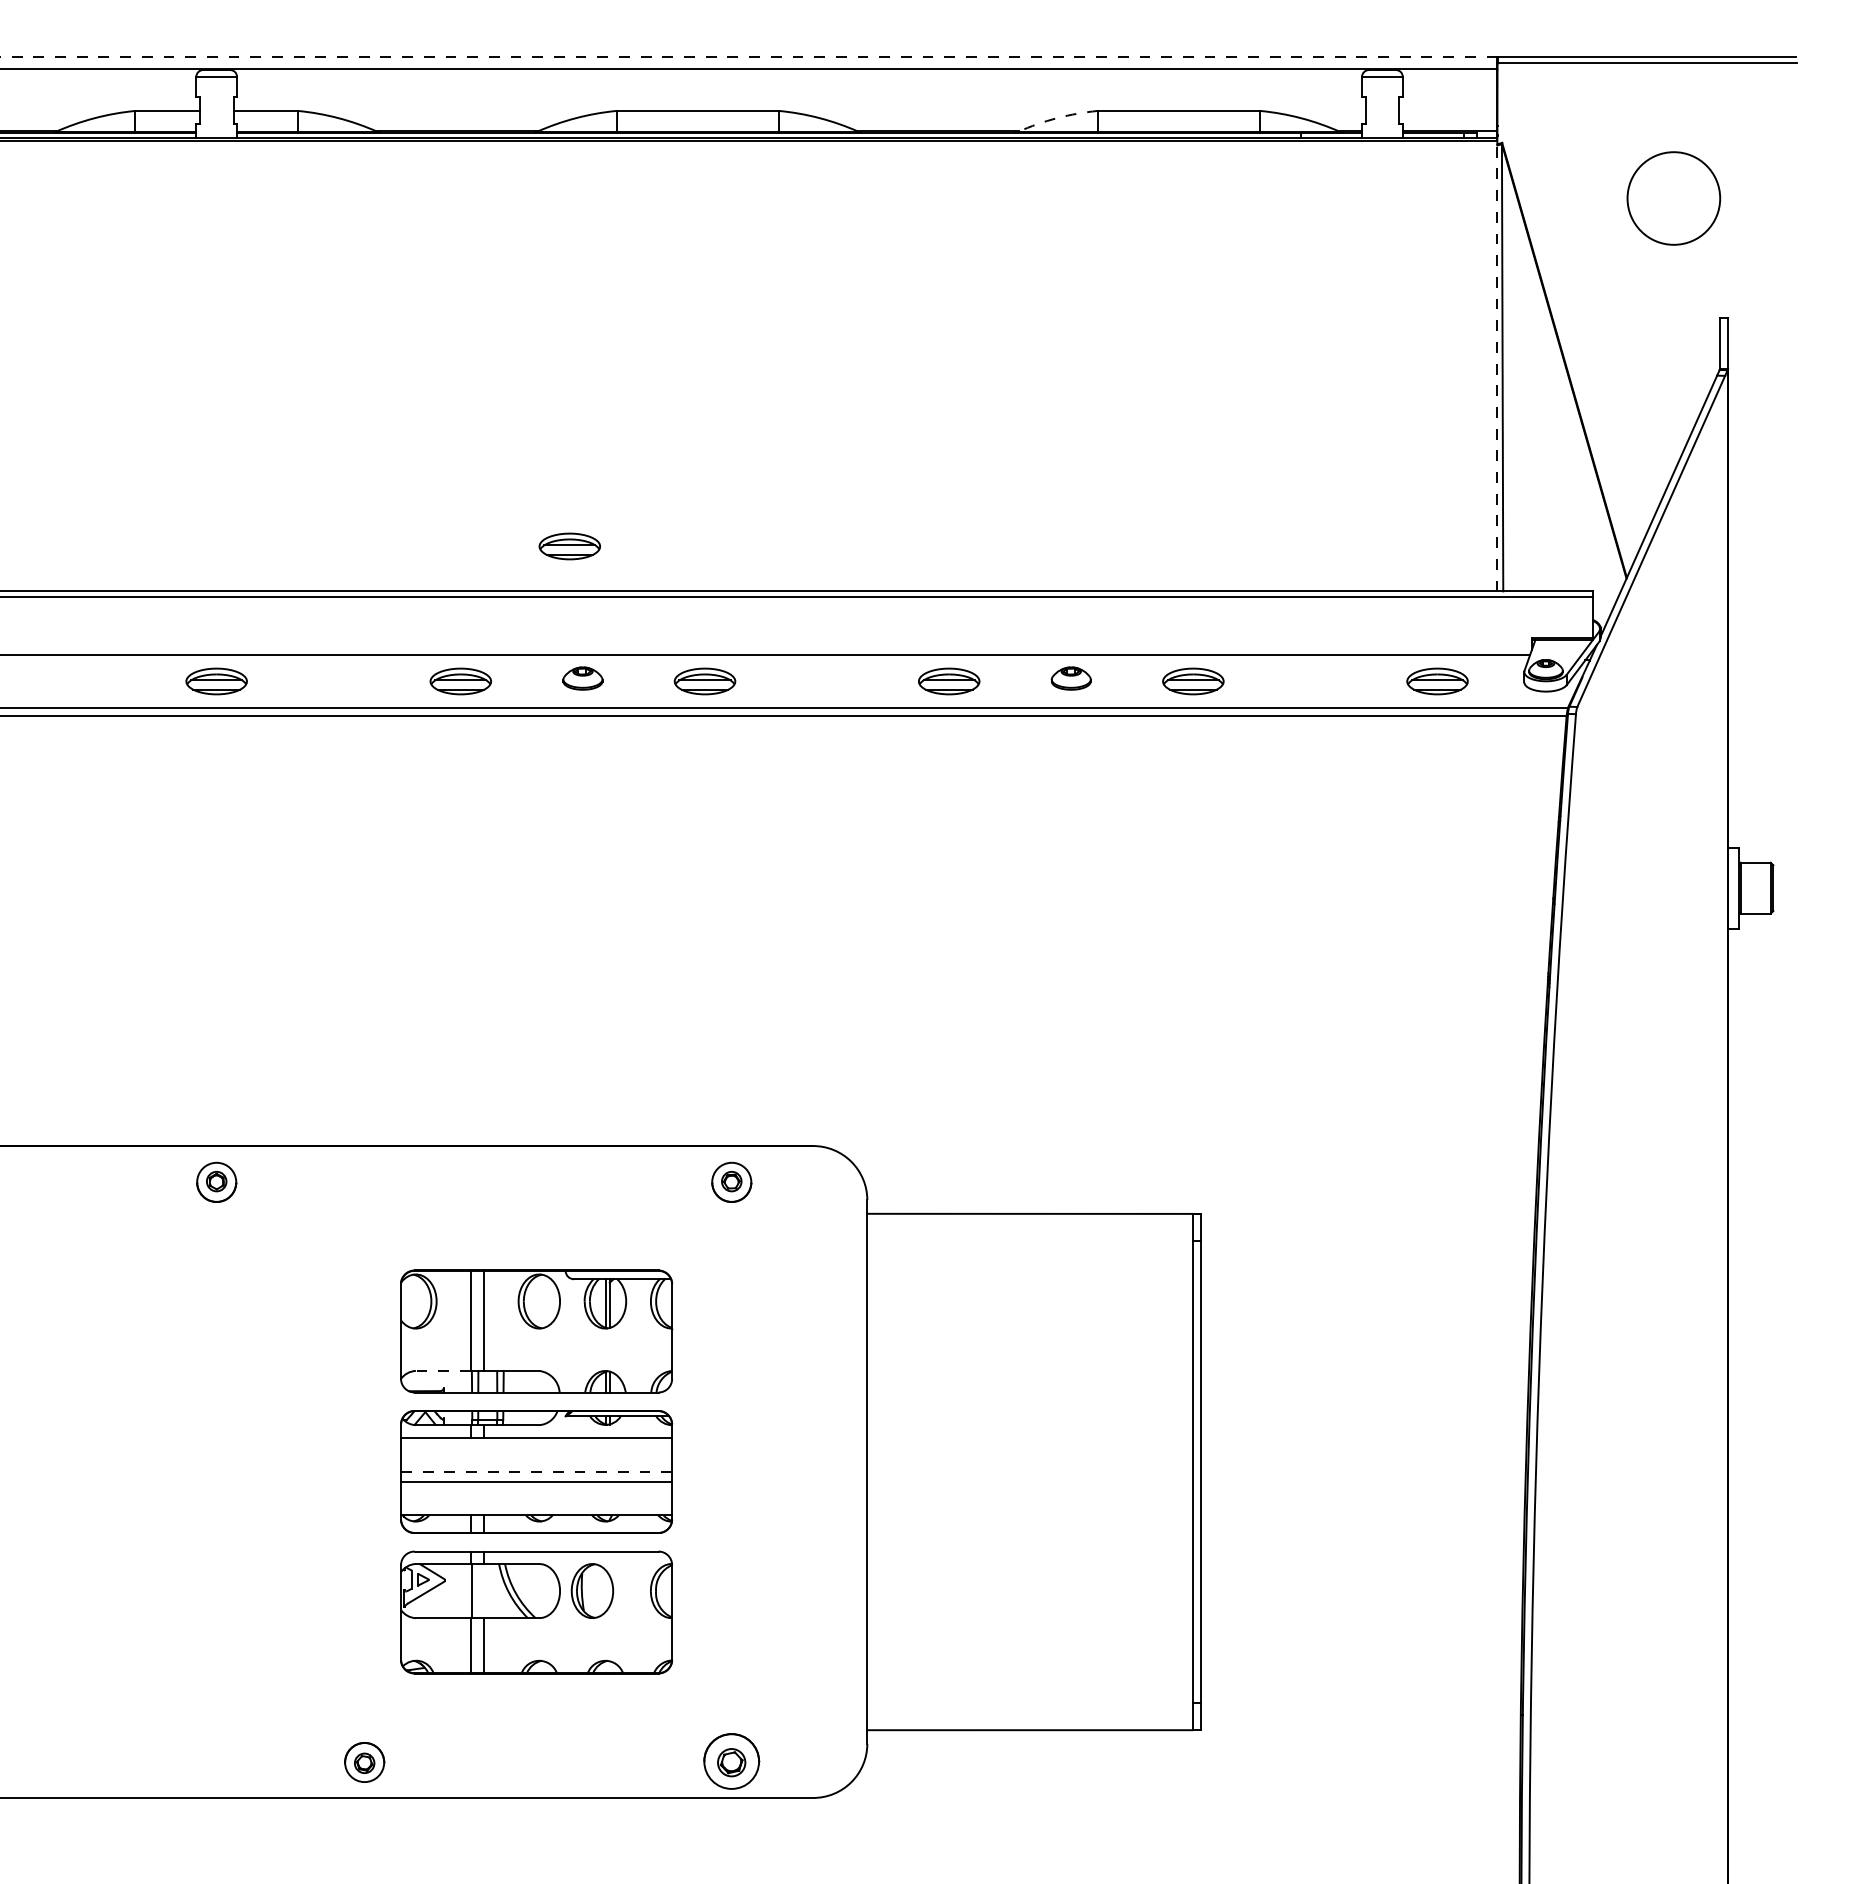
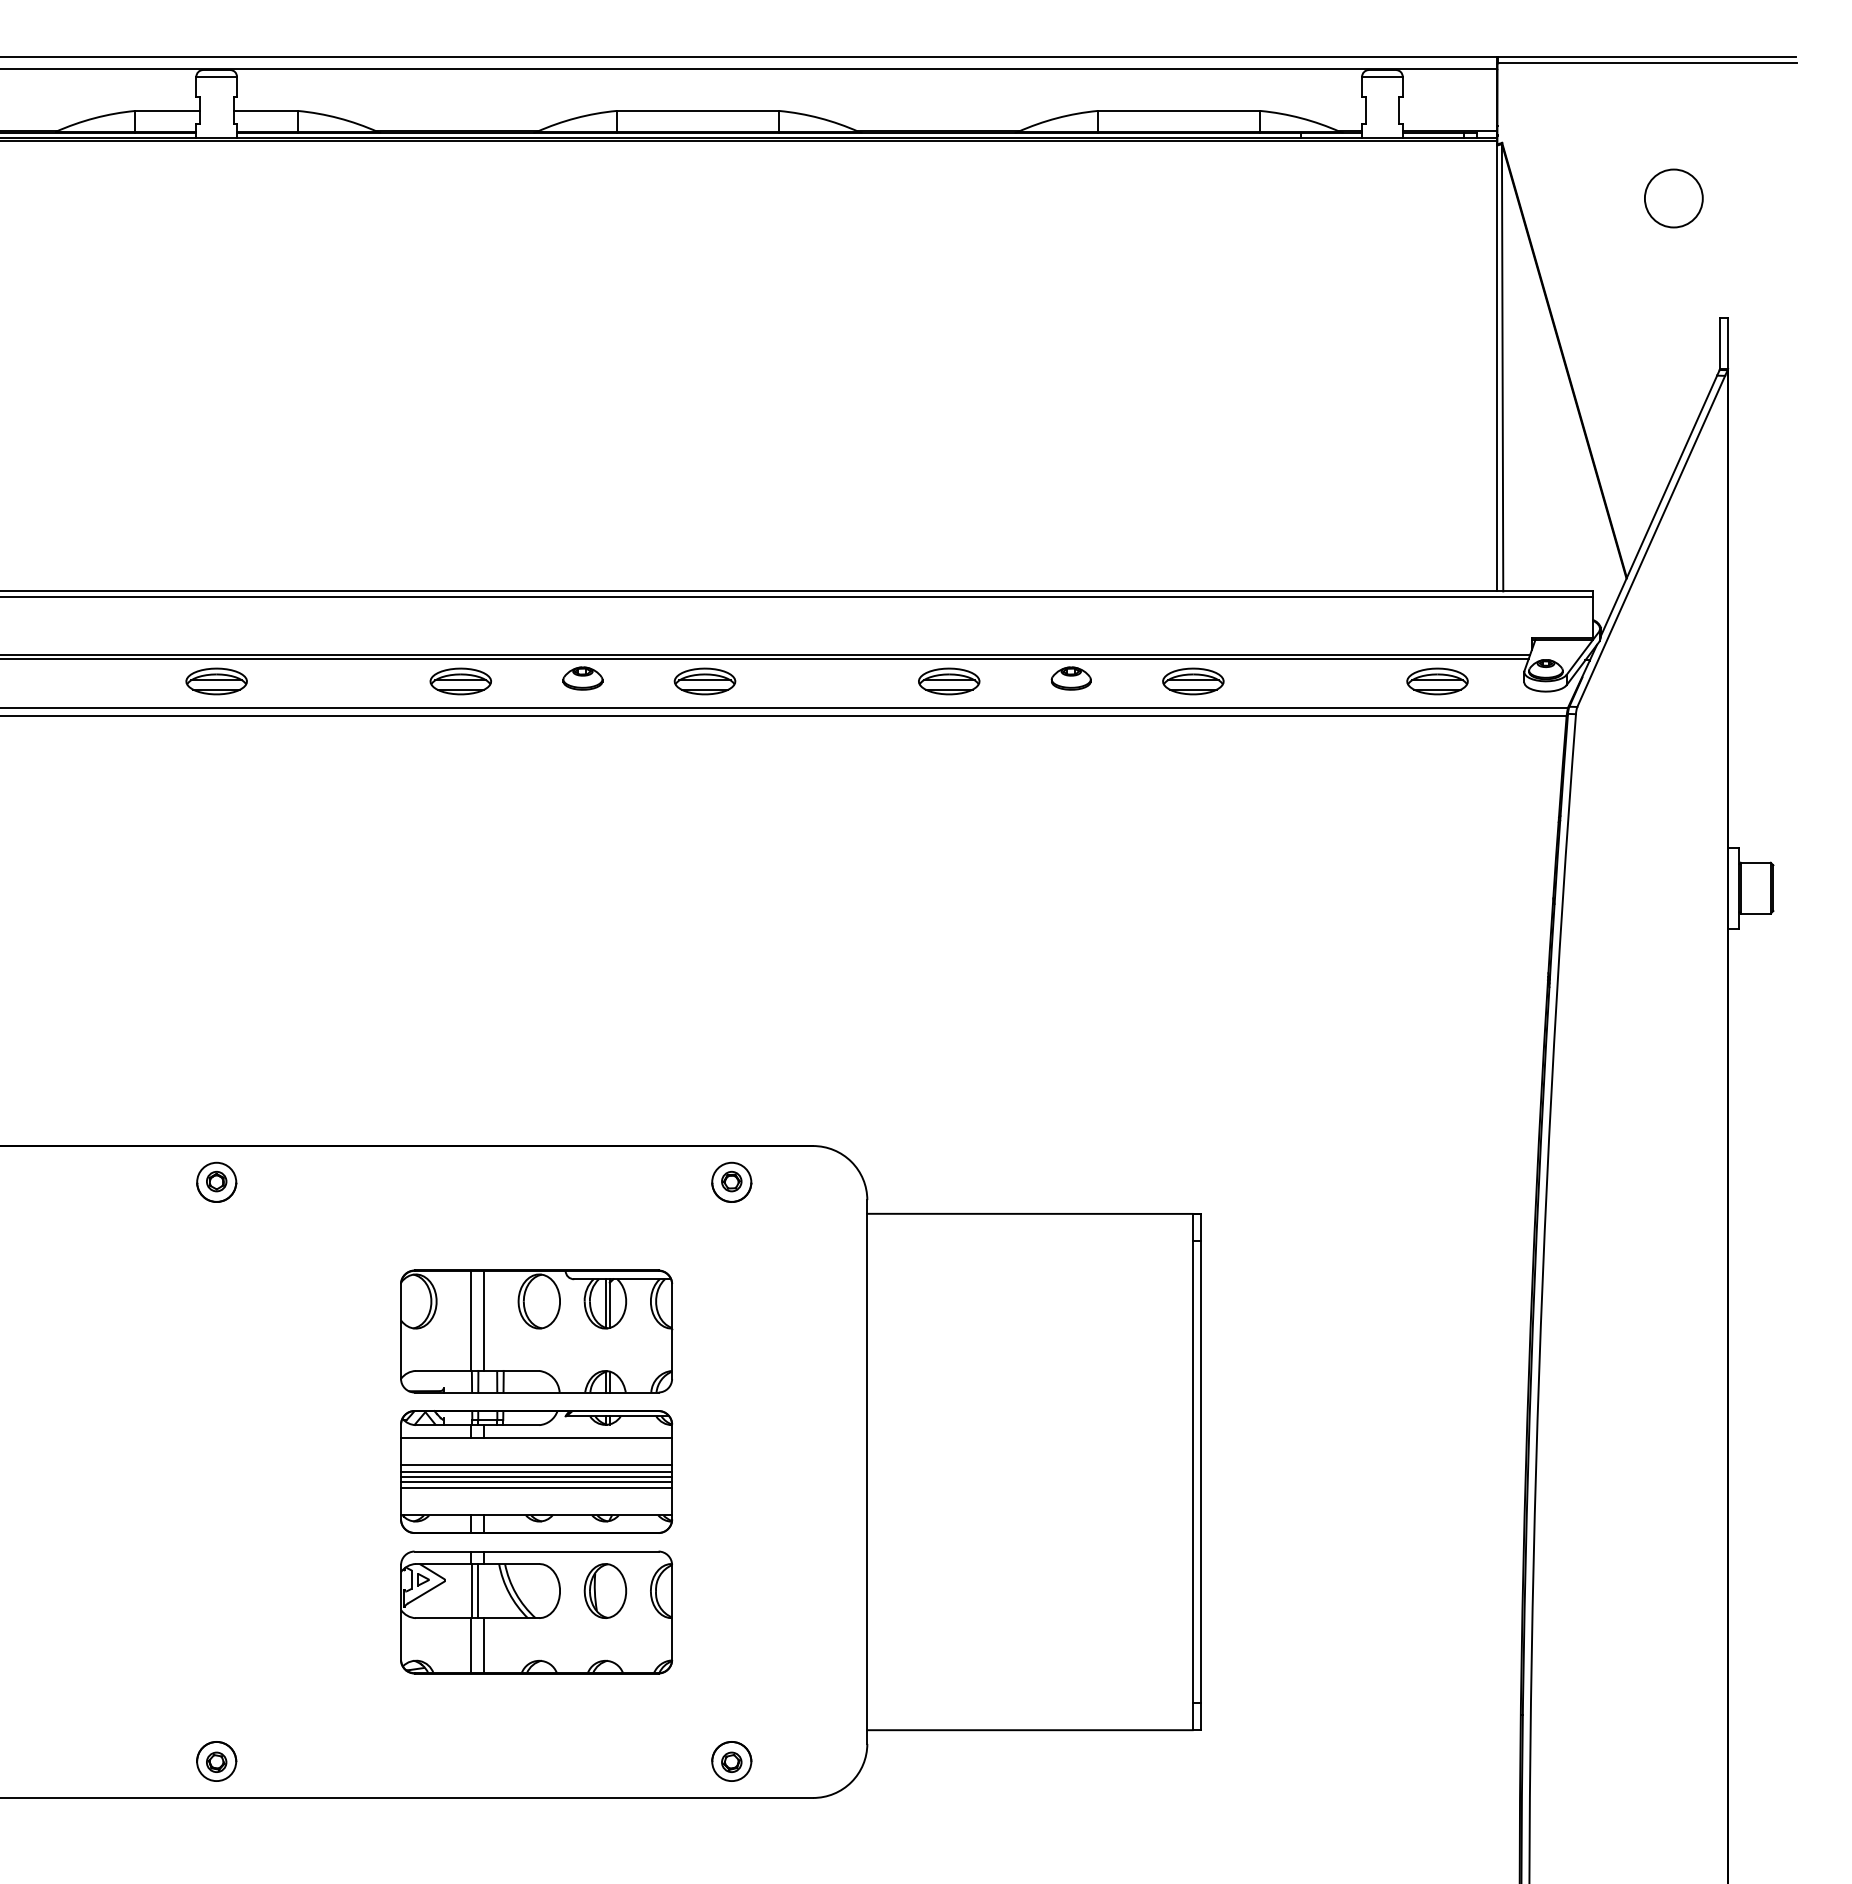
line at (748, 56): dashed -> solid
arc at (1057, 118): dashed -> solid
circle at (1673, 198) diameter: 93 px -> 58 px
line at (1497, 365): dashed -> solid
part at (569, 546): present -> none
line at (765, 659): none -> present
line at (442, 1370): dashed -> solid
line at (536, 1465): none -> present
line at (536, 1471): dashed -> solid
line at (536, 1476): none -> present
line at (536, 1488): none -> present
line at (478, 1590): none -> present
part at (592, 1590) position: (592, 1590) -> (605, 1590)
part at (731, 1761) size: 58x57 px -> 42x41 px
part at (364, 1762) position: (364, 1762) -> (216, 1761)
